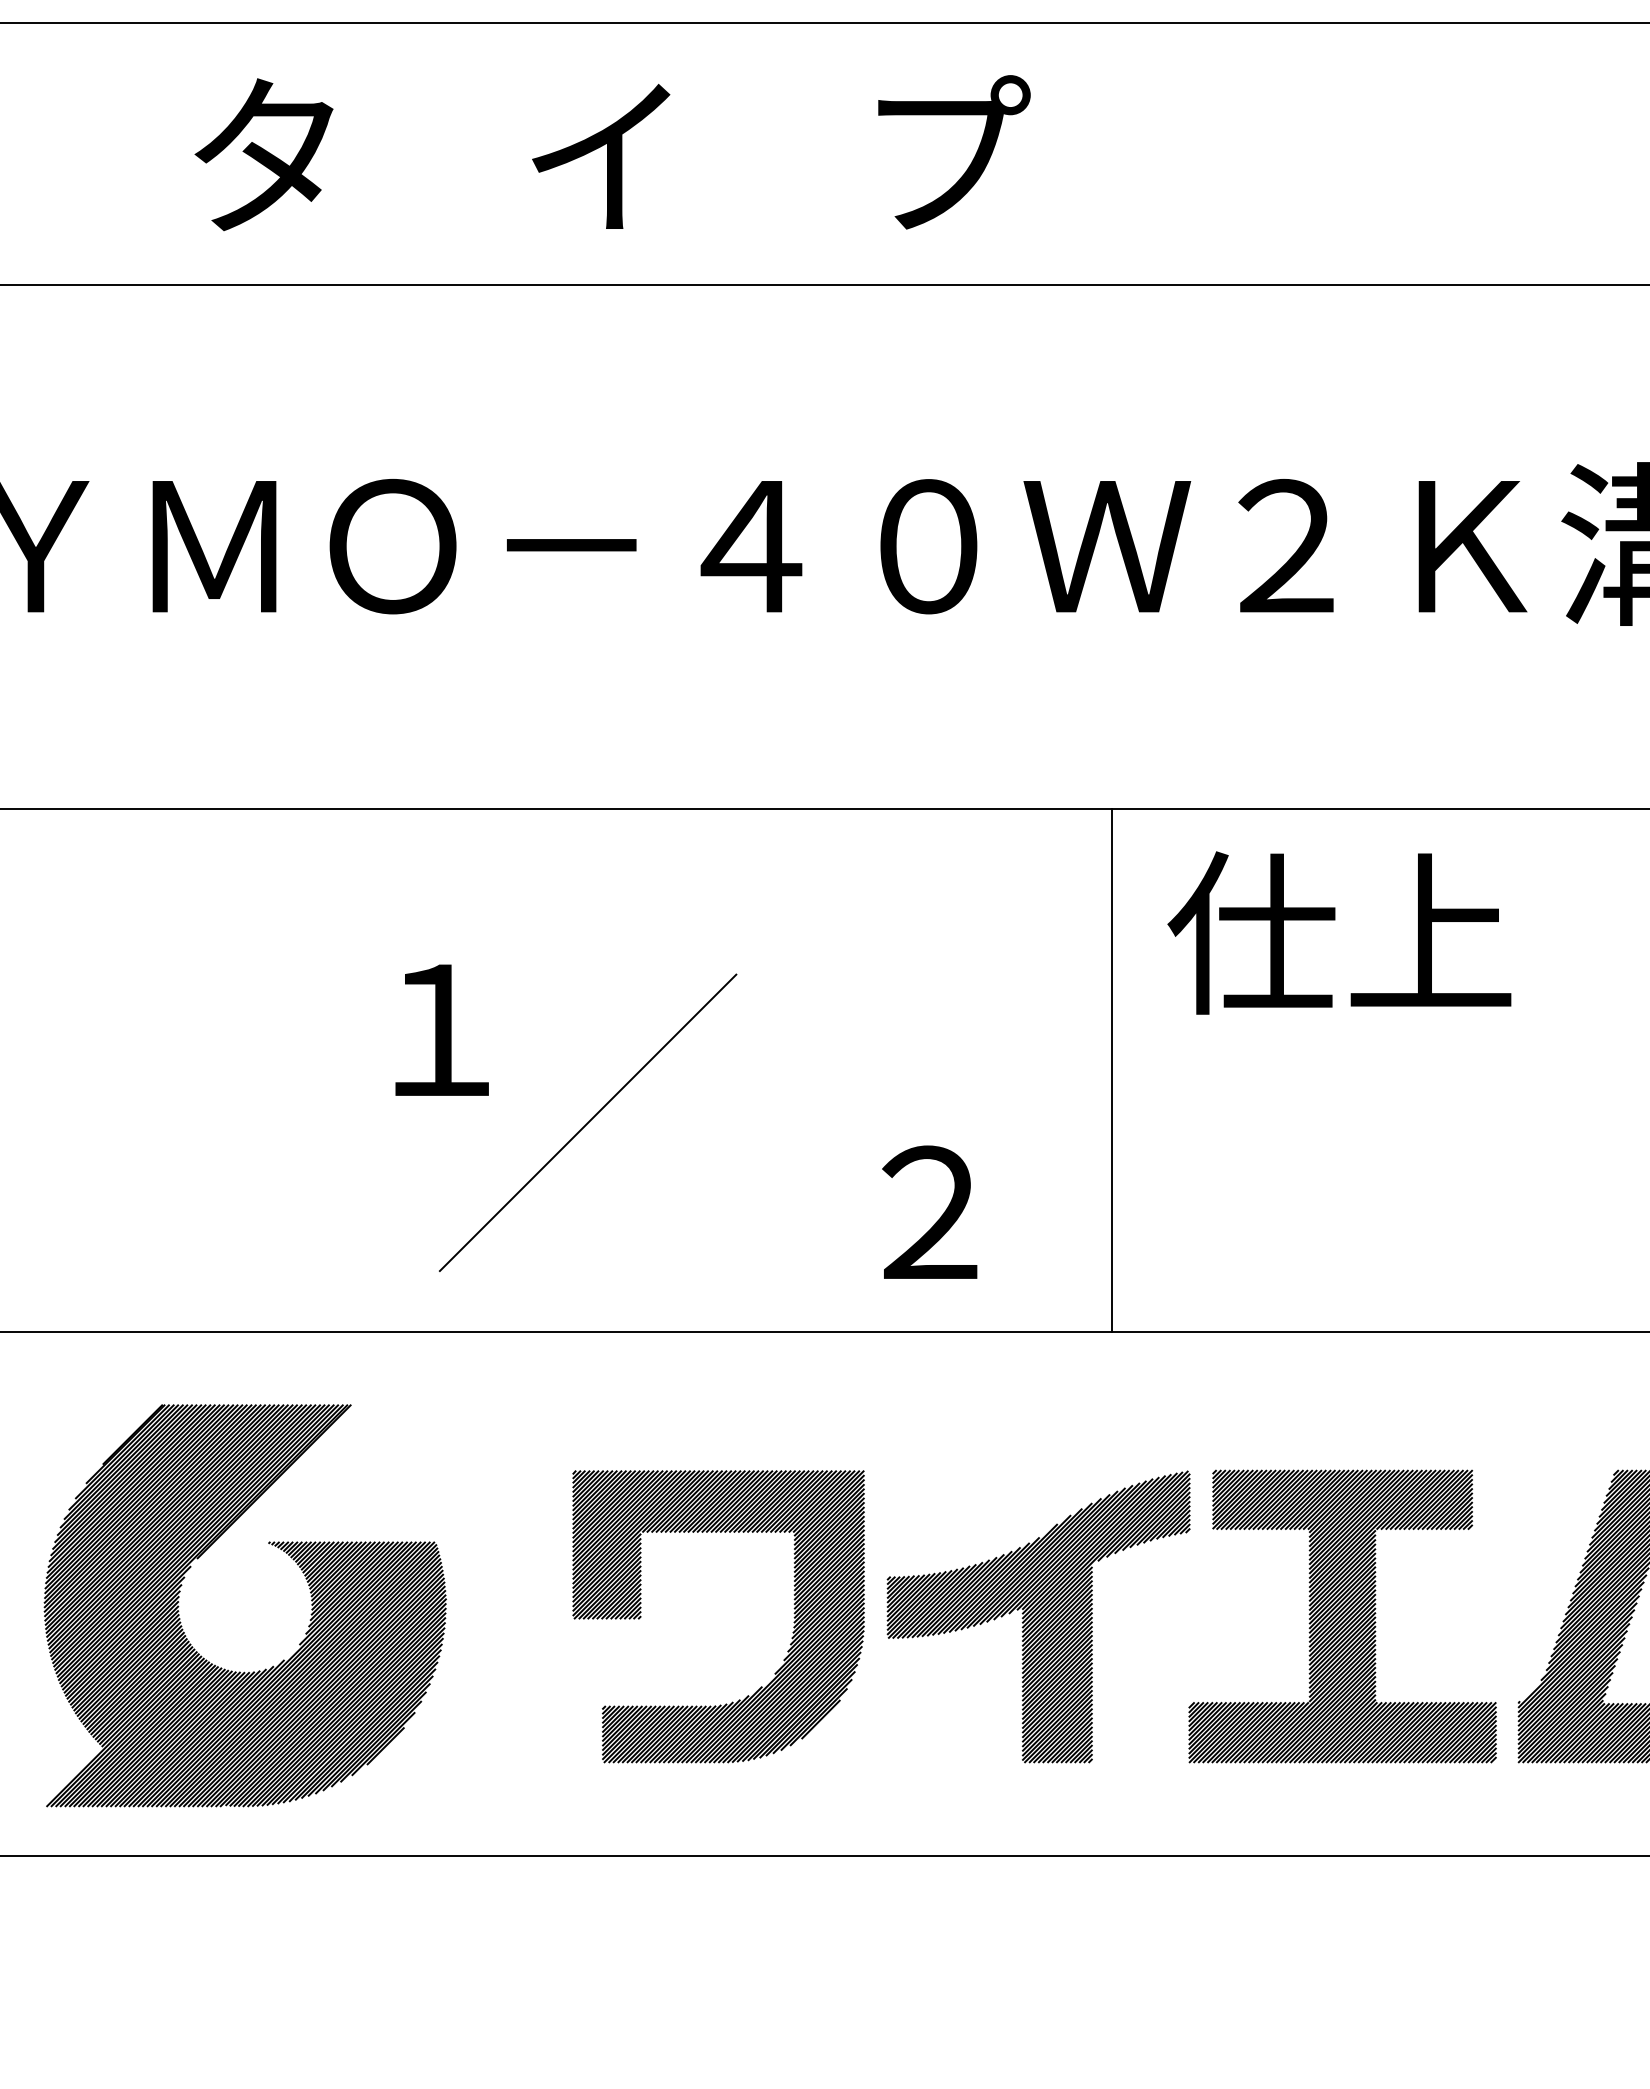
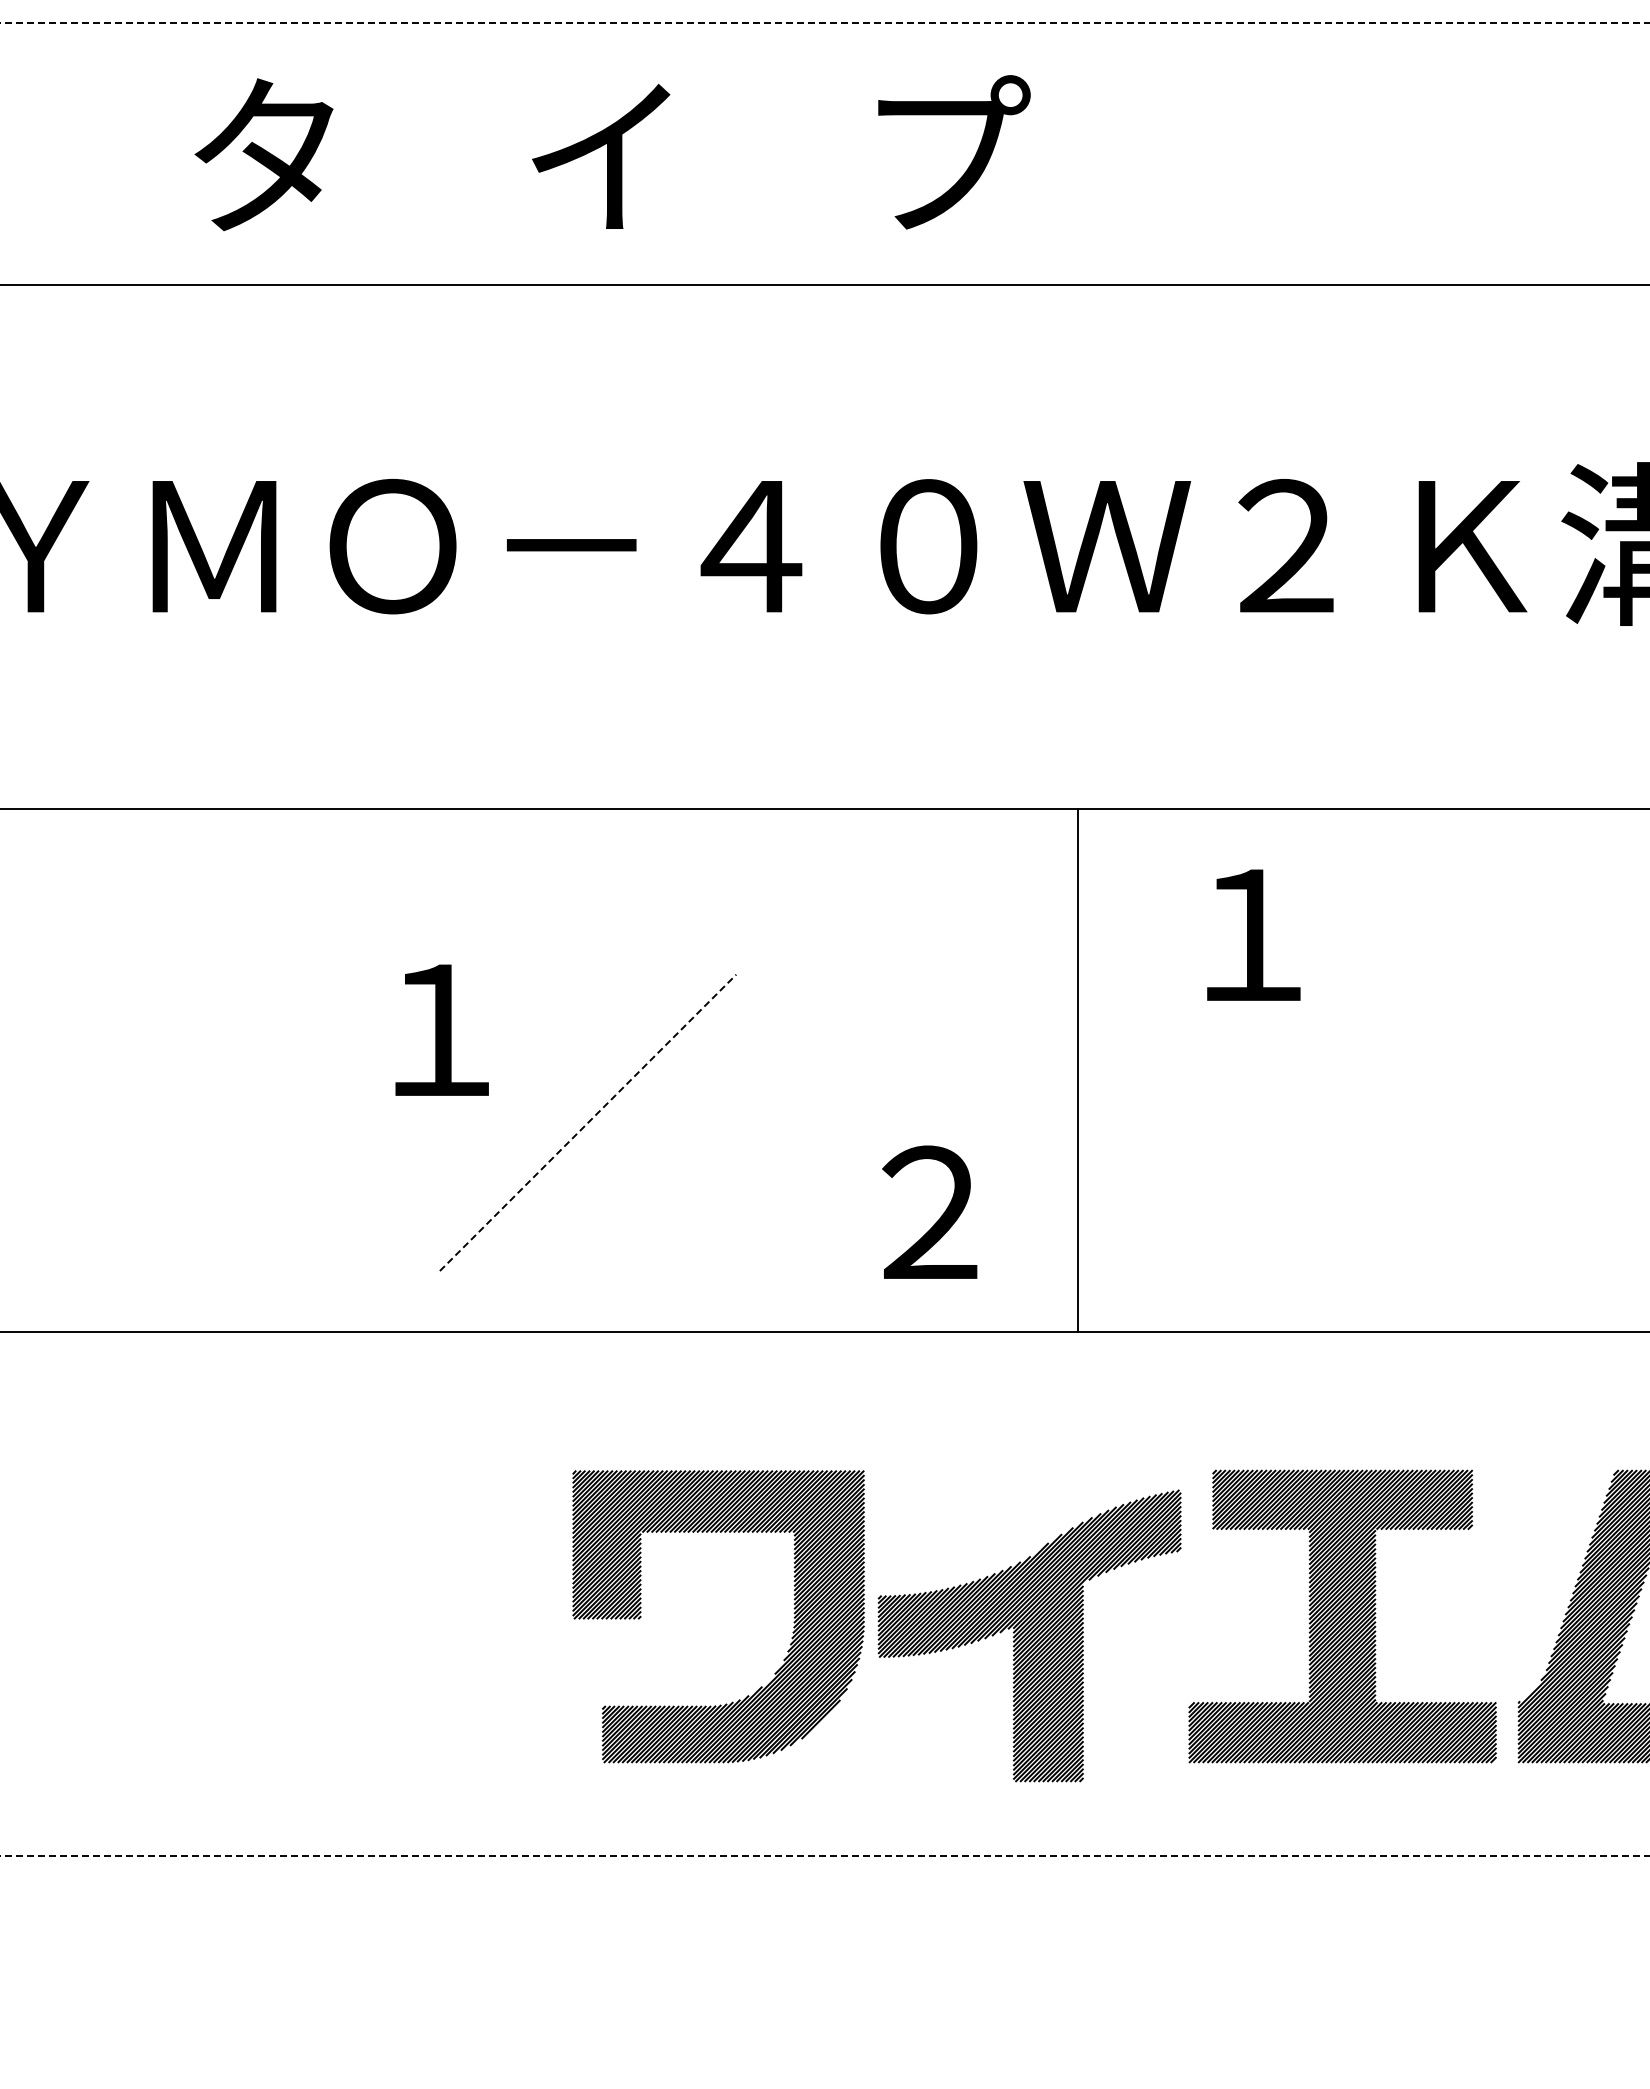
line at (825, 23): solid -> dashed
text at (1339, 932): 仕上 -> １
line at (1111, 1070) position: (1111, 1070) -> (1077, 1070)
line at (588, 1122): solid -> dashed
part at (179, 1606): present -> none
part at (1038, 1616) position: (1038, 1616) -> (1029, 1635)
line at (825, 1855): solid -> dashed
